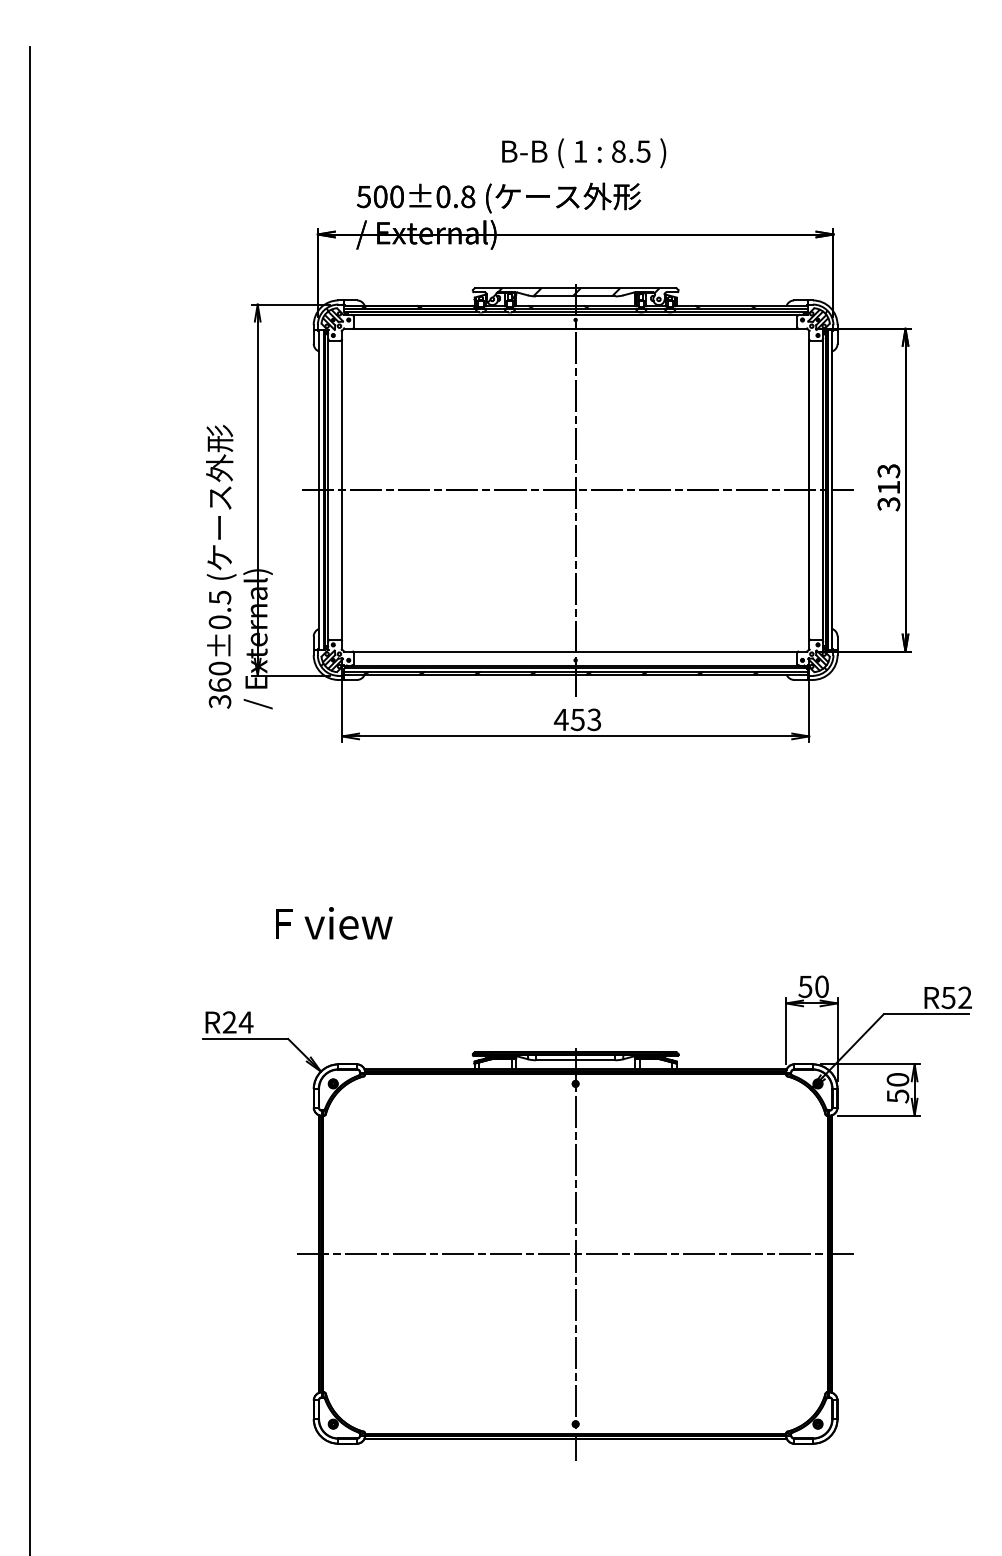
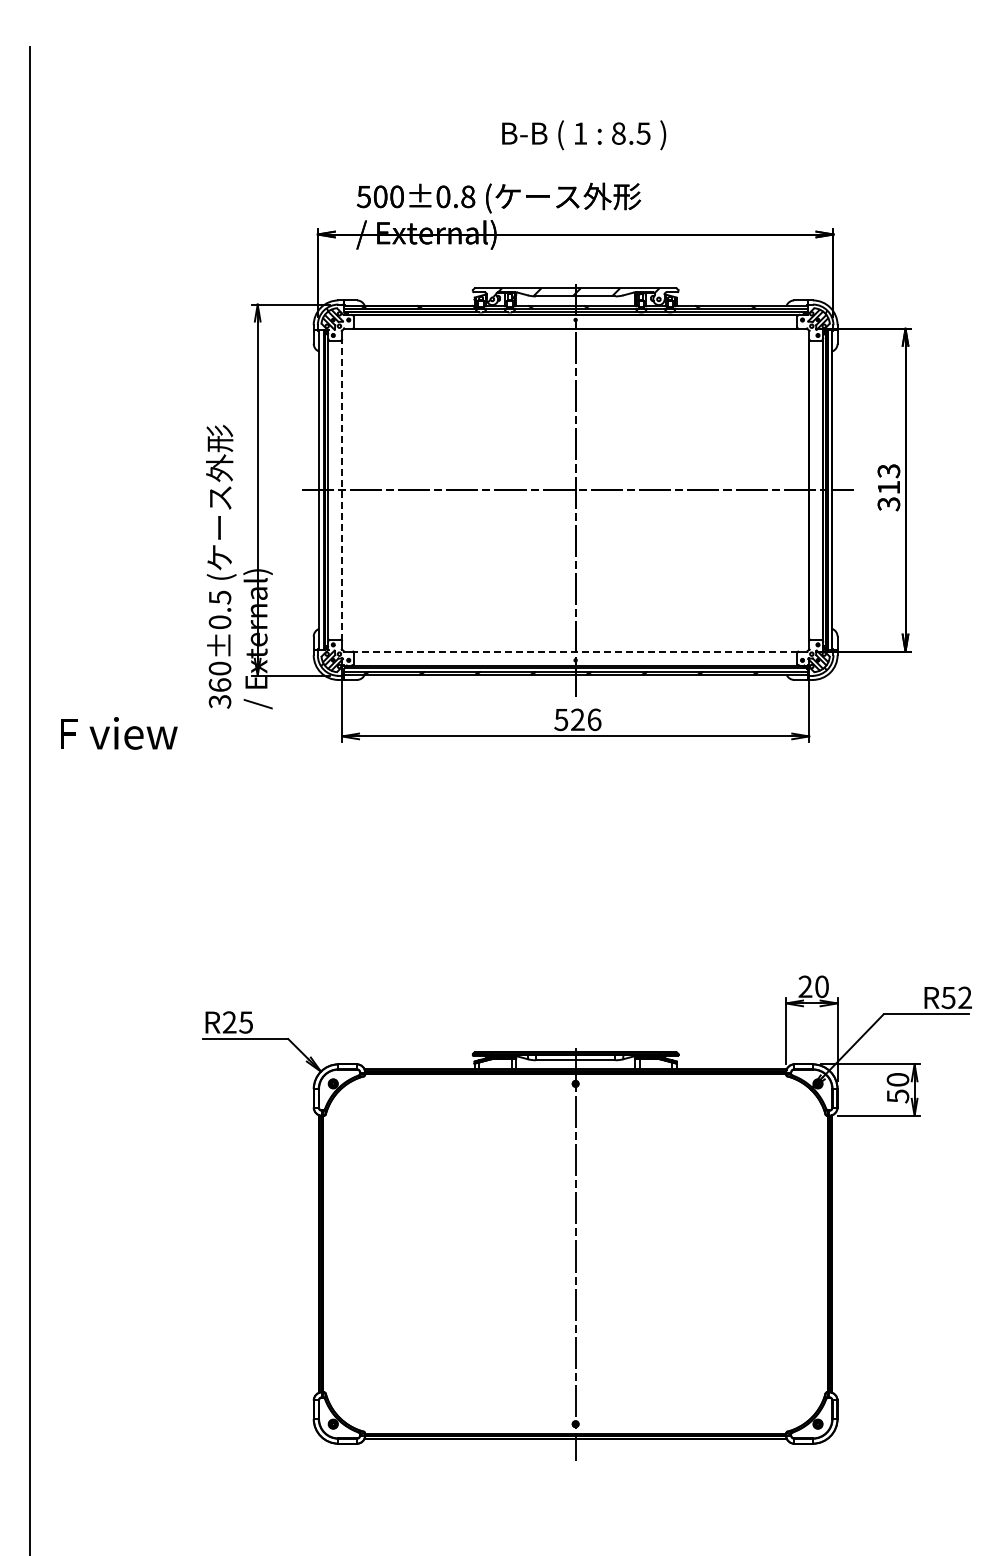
text at (584, 153) position: (584, 153) -> (584, 135)
line at (342, 490): solid -> dashed
line at (575, 651): solid -> dashed
text at (577, 719): 453 -> 526
text at (334, 923) position: (334, 923) -> (119, 733)
text at (805, 986): 50 -> 20
text at (245, 1022): R24 -> R25
line at (575, 1254): present -> none
